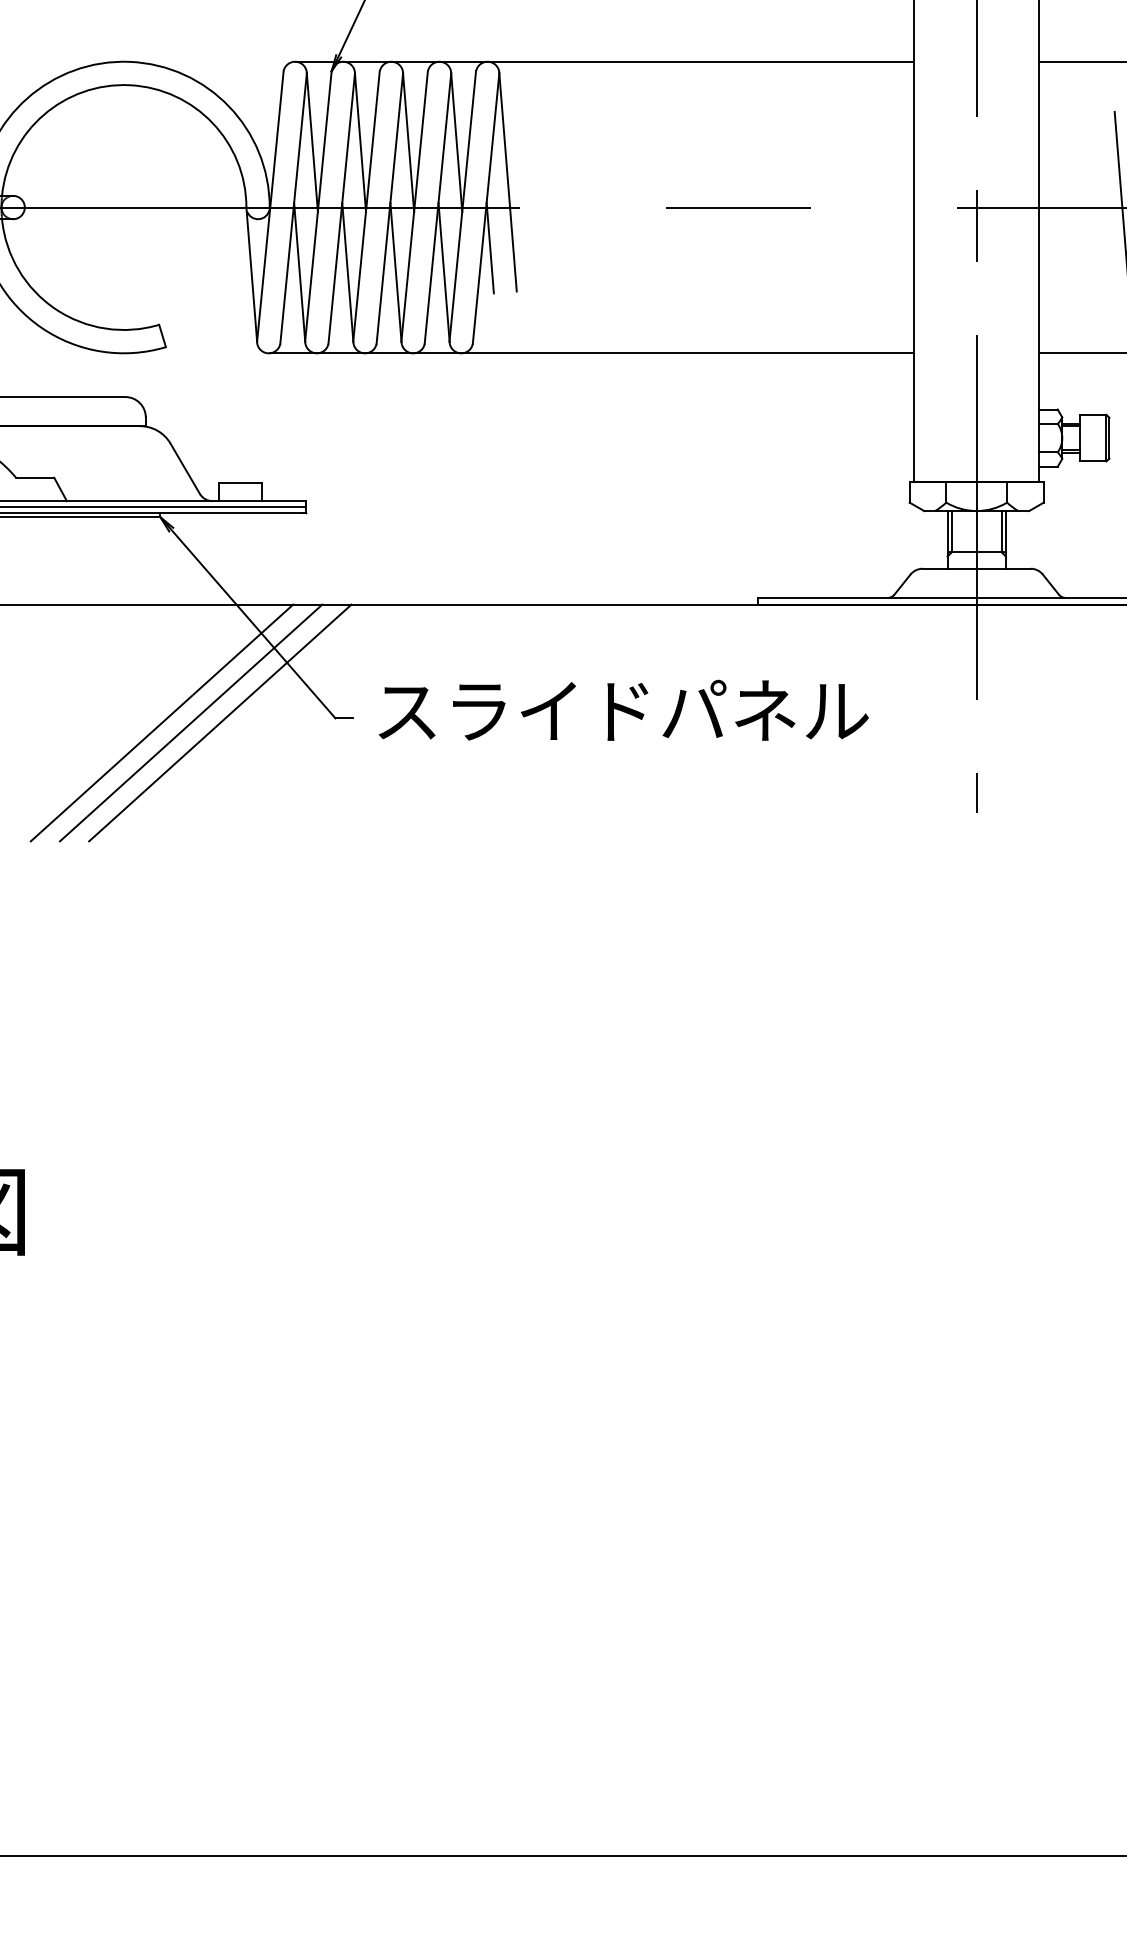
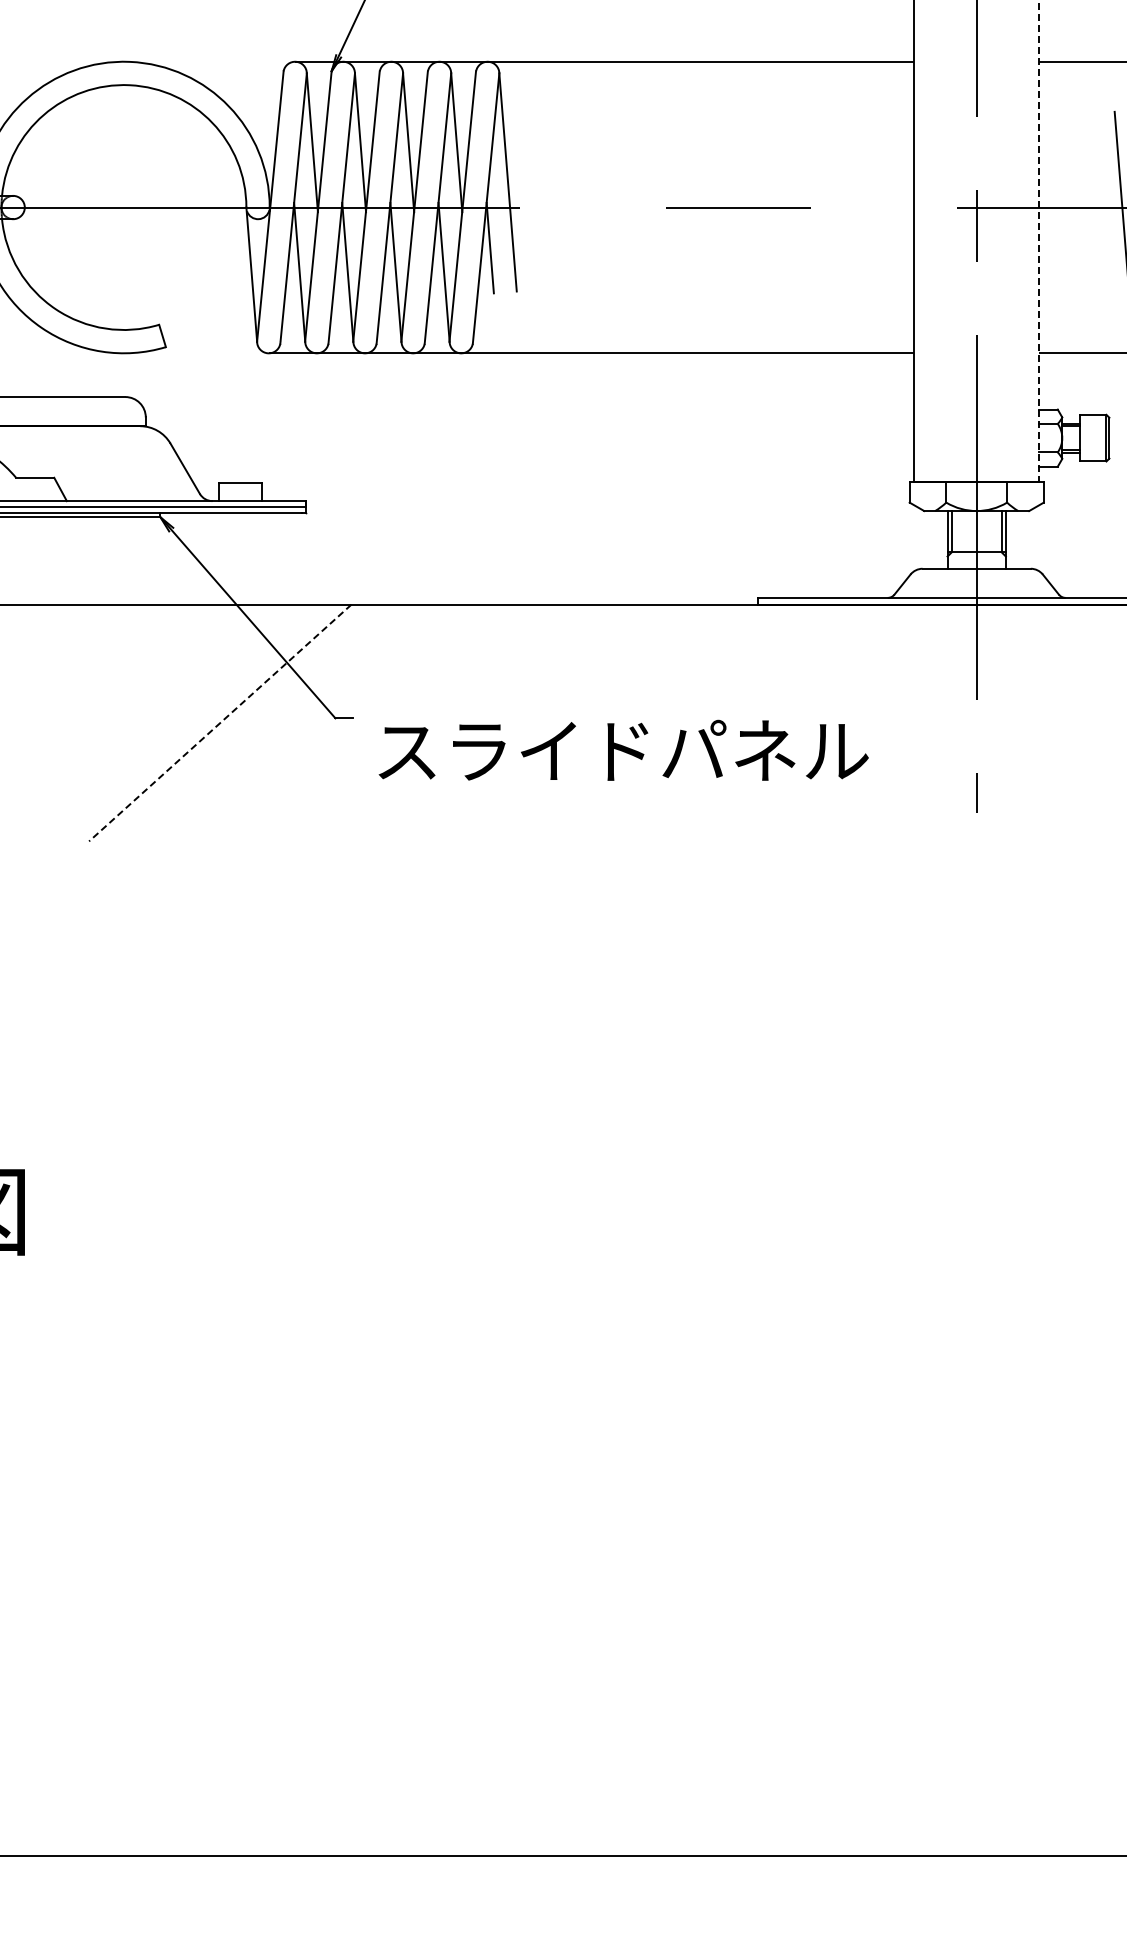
line at (1038, 241): solid -> dashed
text at (623, 709) position: (623, 709) -> (623, 749)
line at (161, 722): present -> none
line at (190, 722): present -> none
line at (220, 723): solid -> dashed
